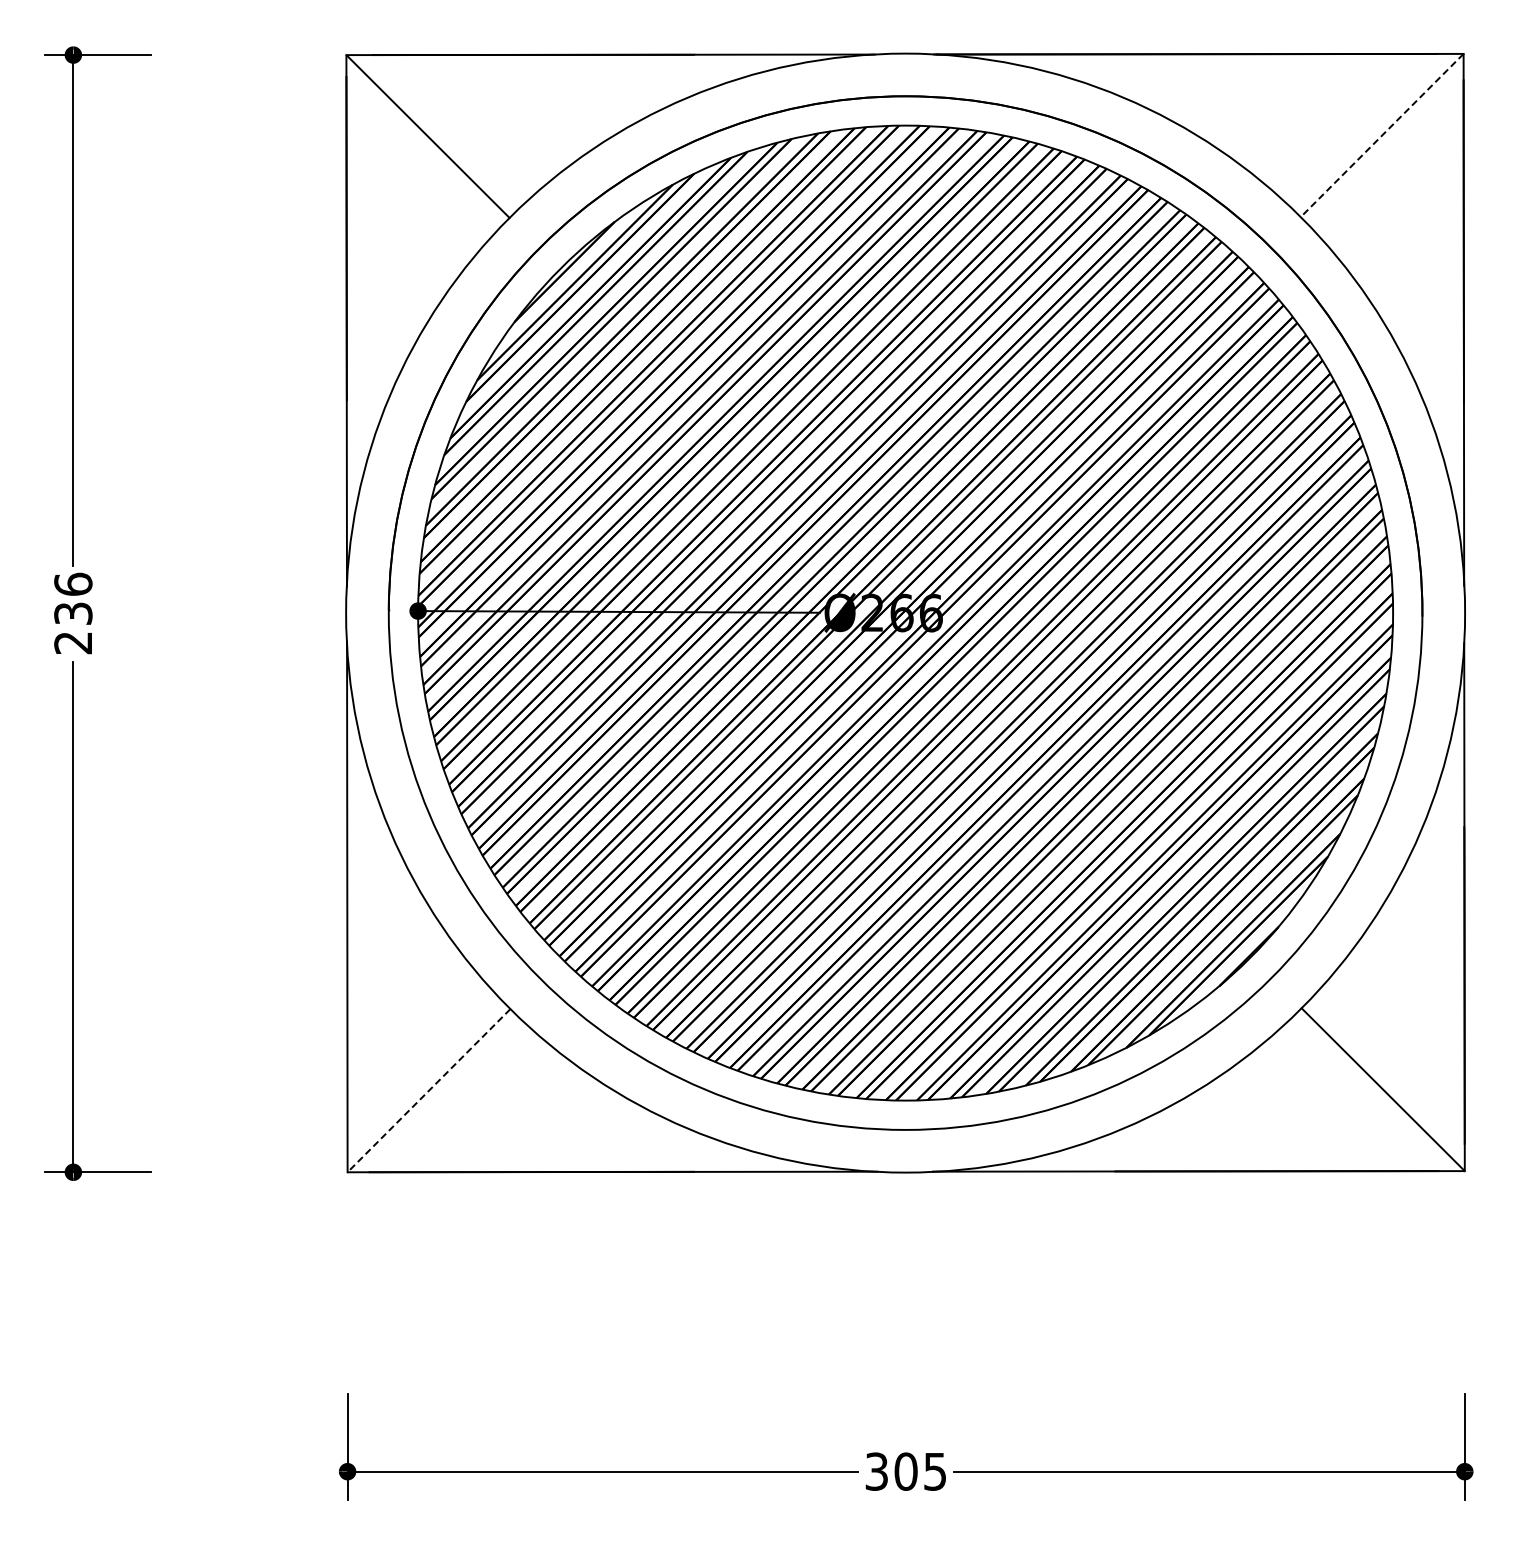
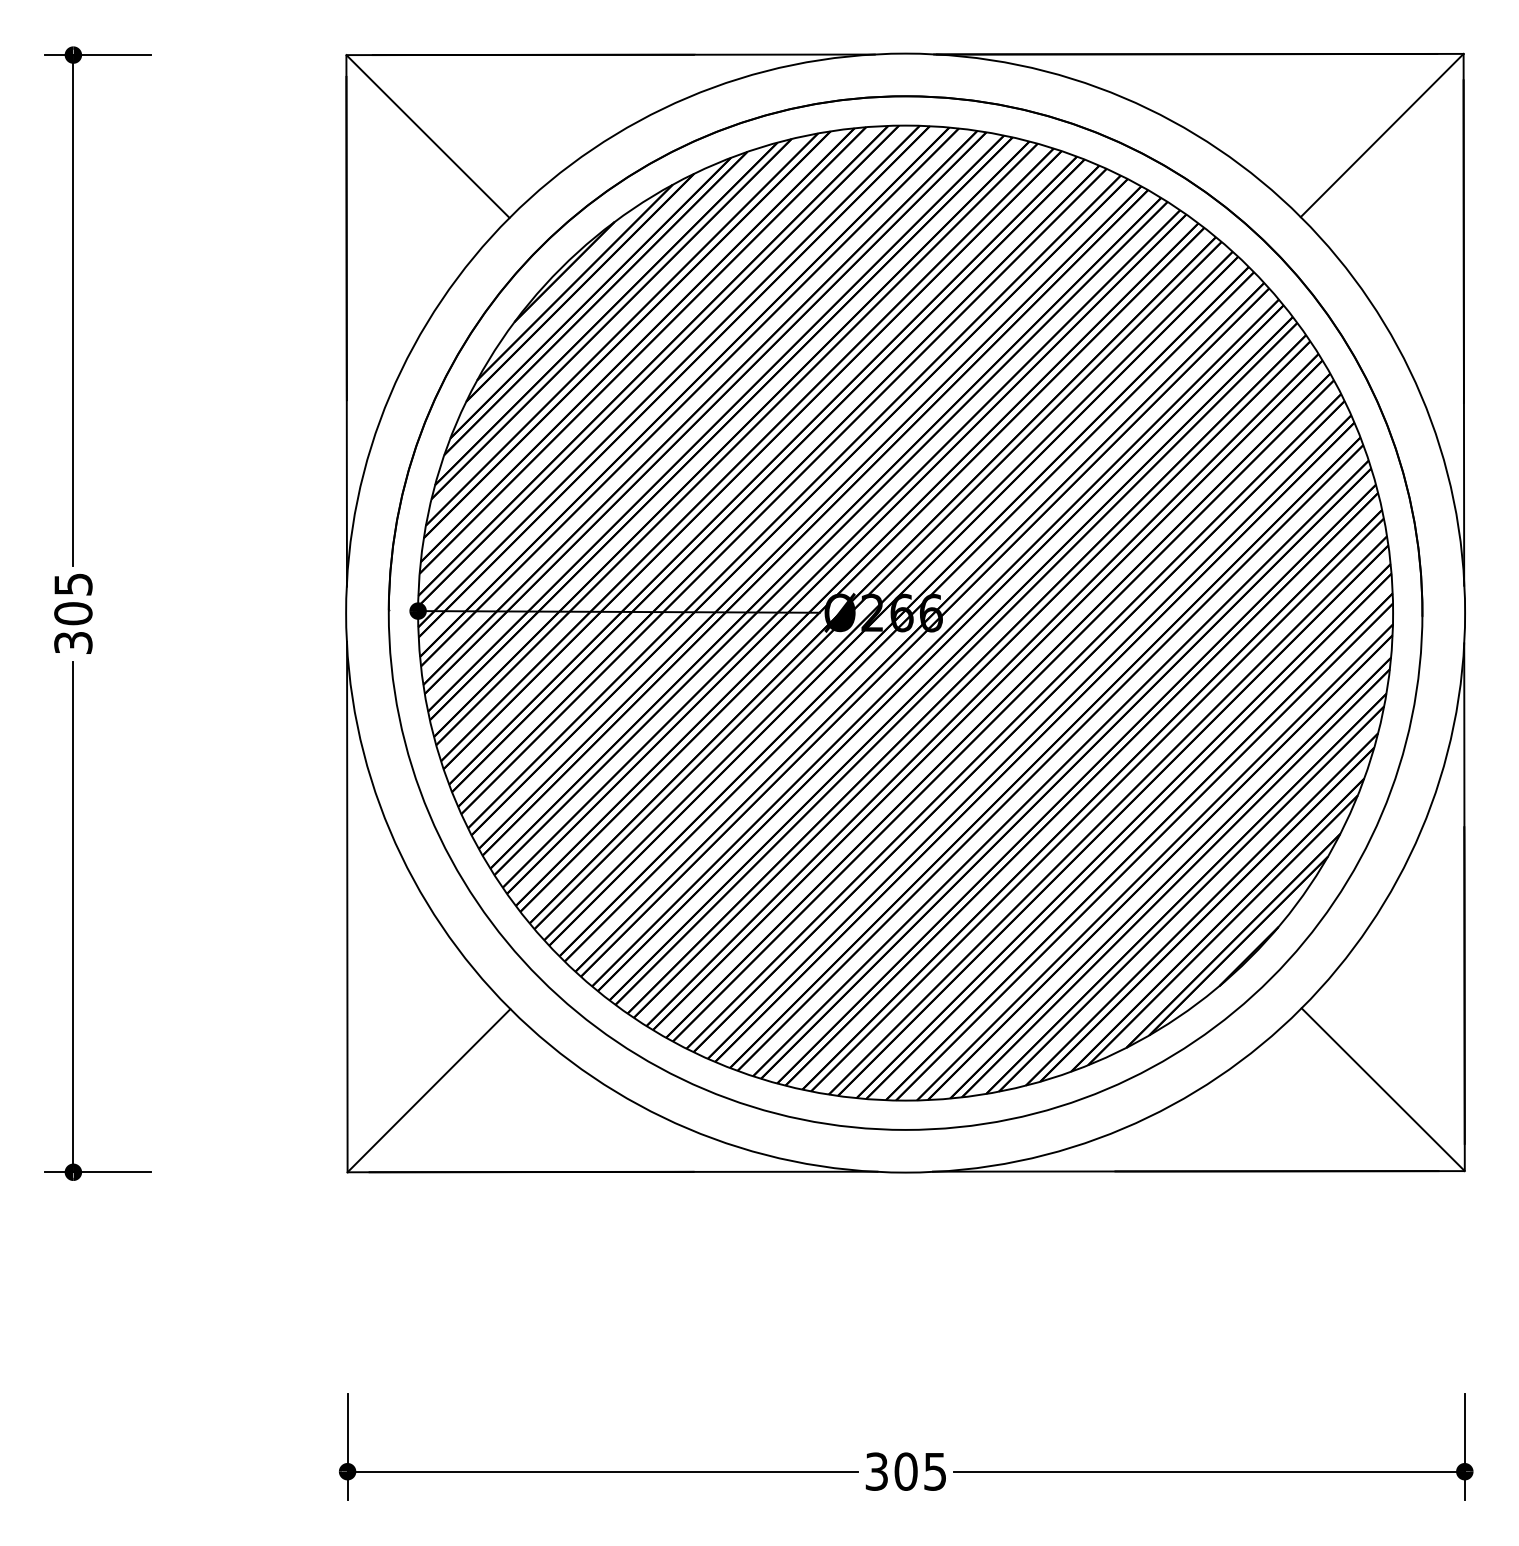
line at (1381, 135): dashed -> solid
text at (73, 613): 236 -> 305
line at (428, 1091): dashed -> solid
